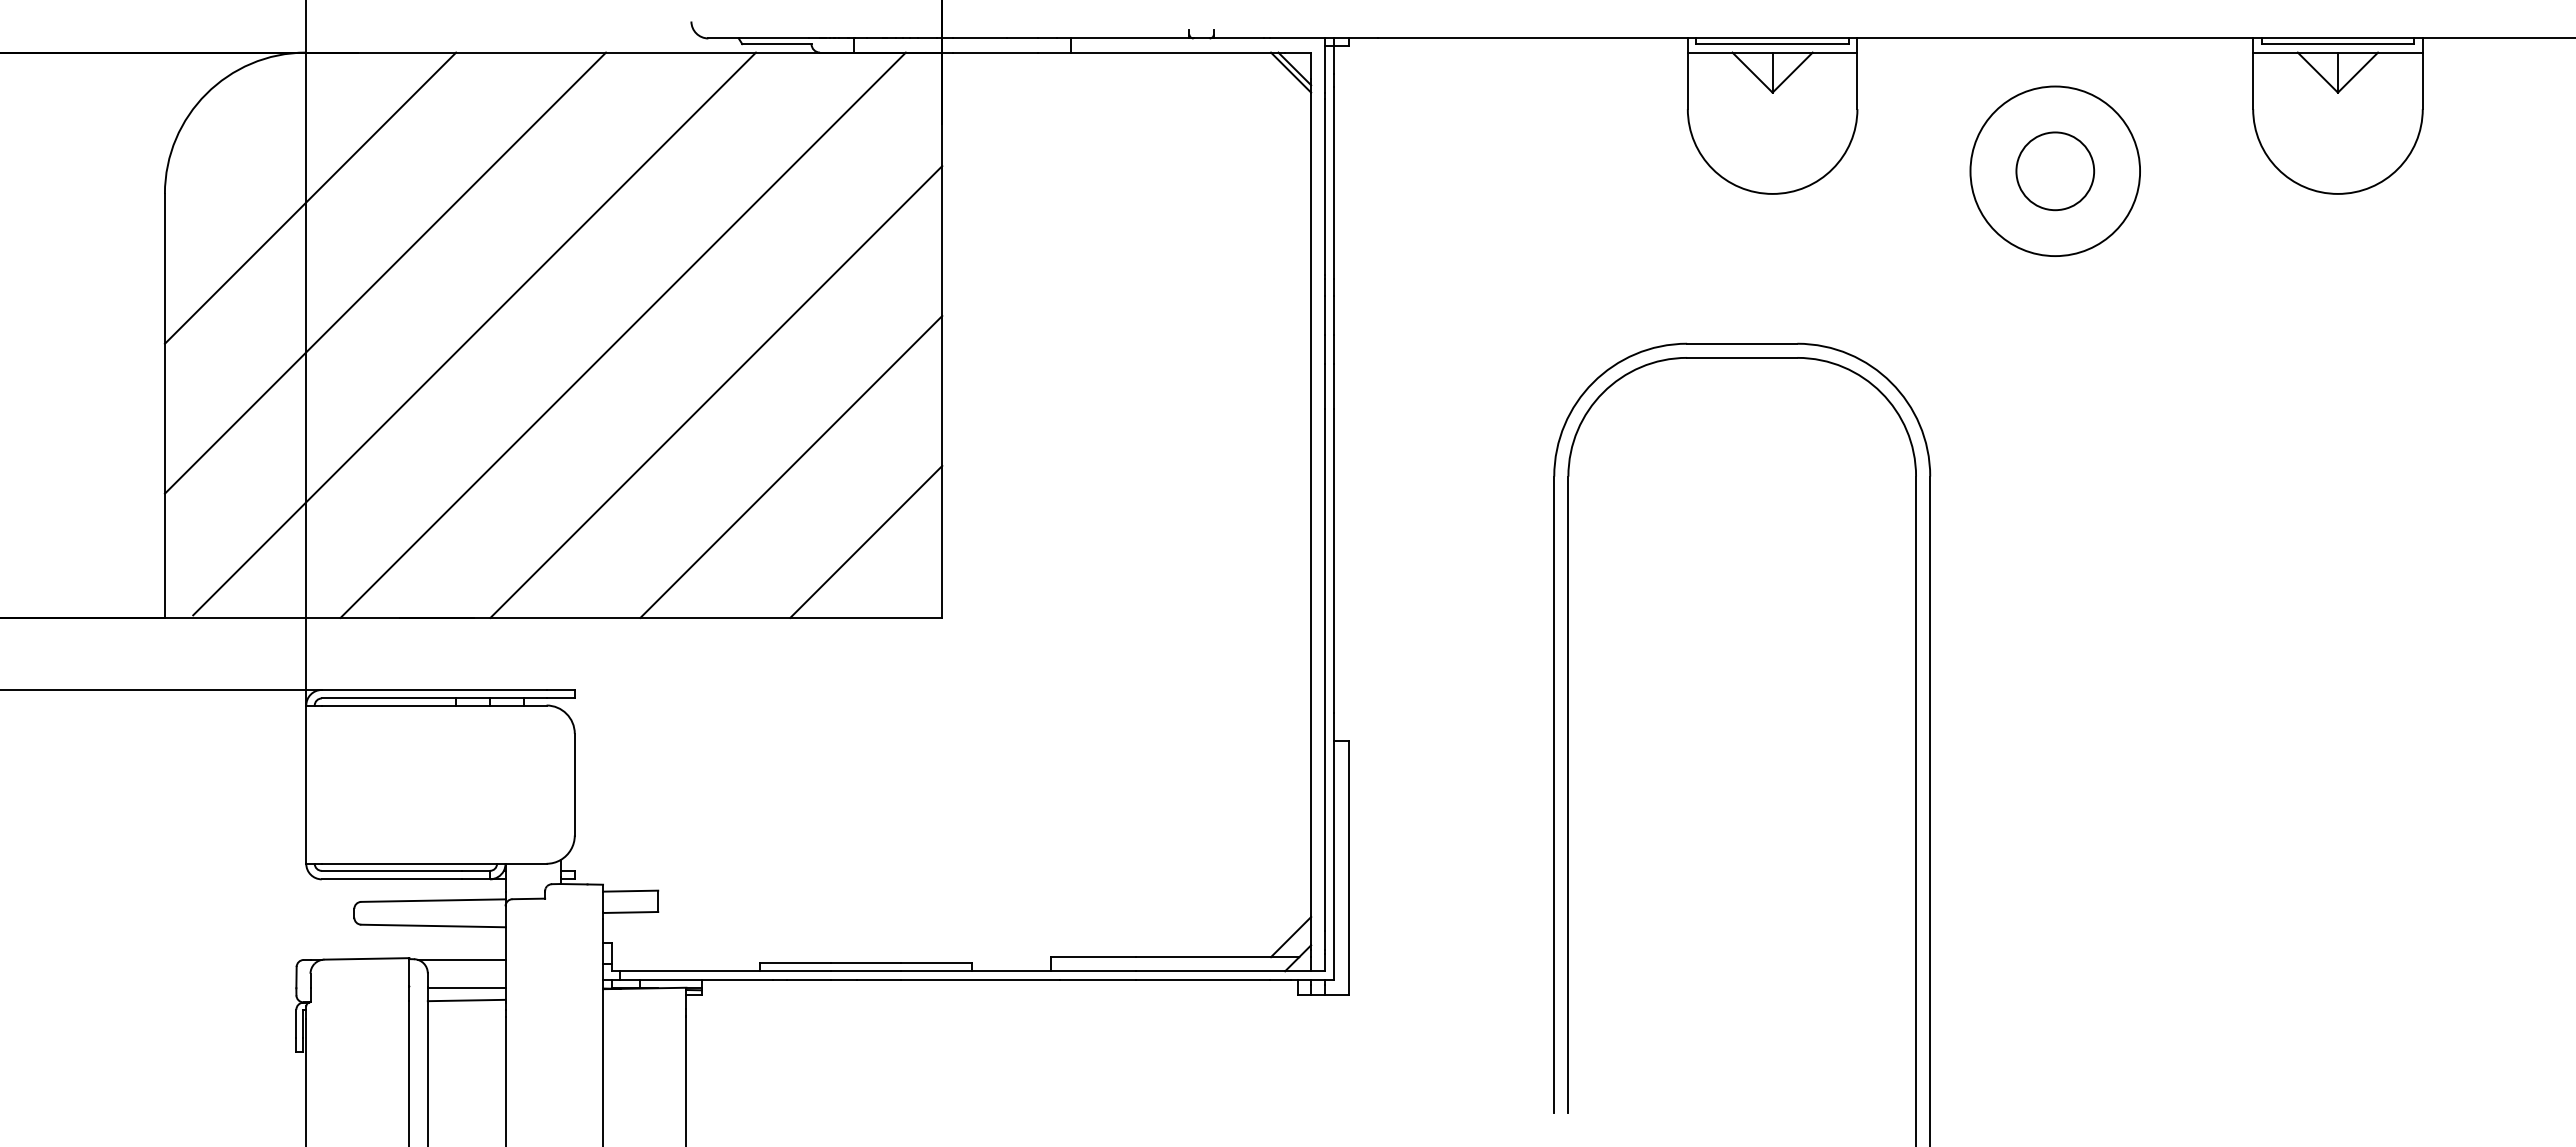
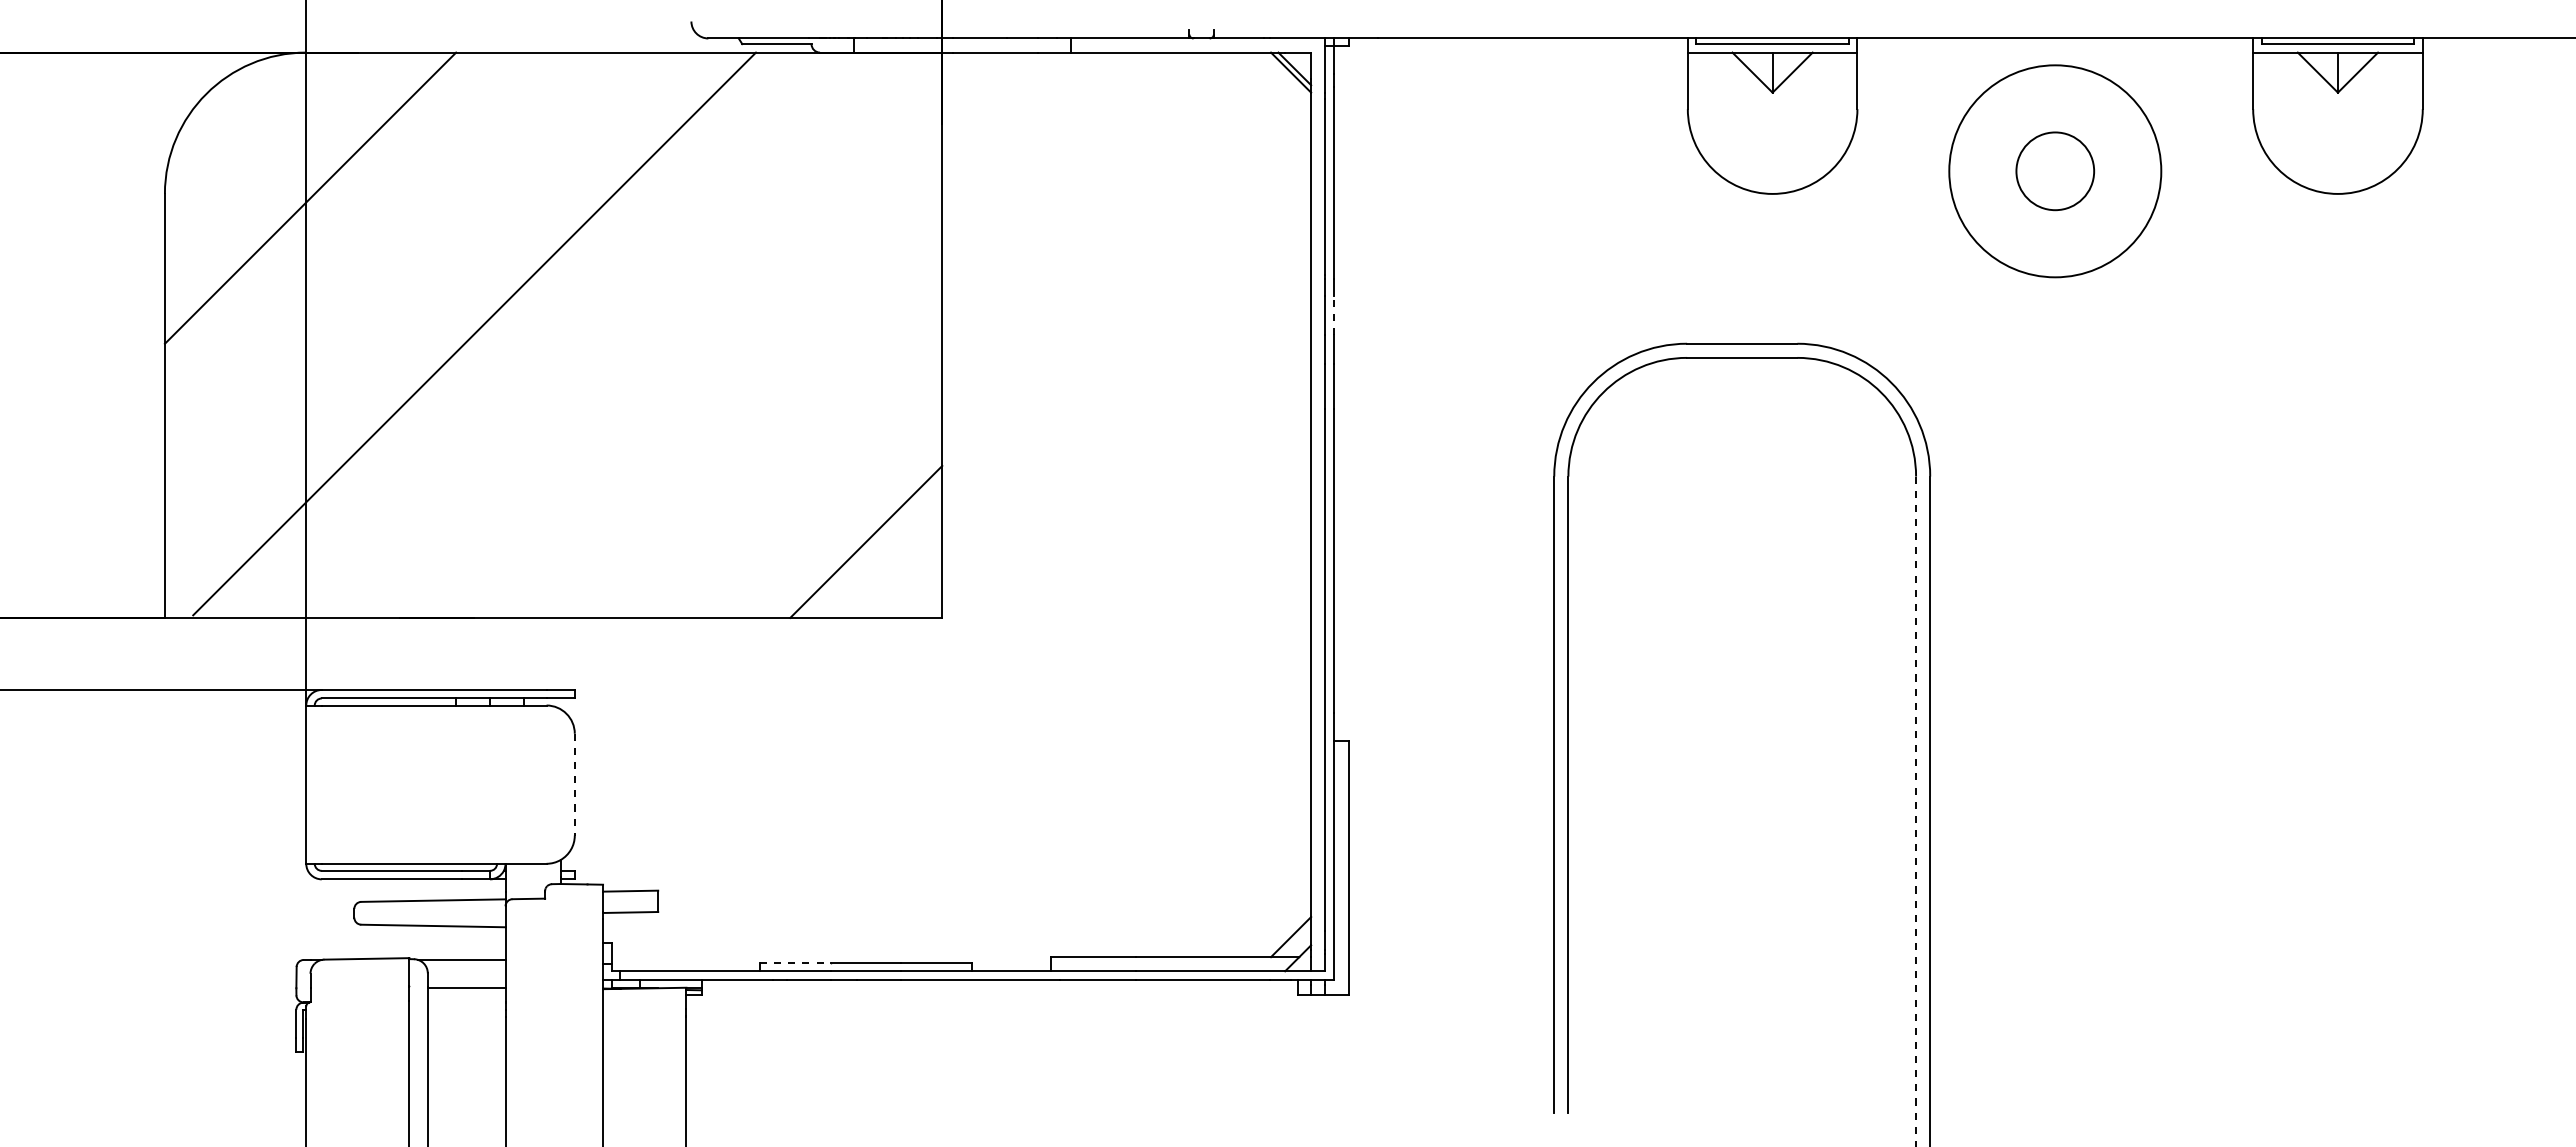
circle at (2055, 171) diameter: 170 px -> 212 px
line at (385, 272): present -> none
line at (1333, 315): solid -> dashed
line at (622, 334): present -> none
line at (716, 391): present -> none
line at (791, 466): present -> none
line at (574, 784): solid -> dashed
line at (1916, 811): solid -> dashed
line at (795, 962): solid -> dashed
line at (466, 1000): present -> none
